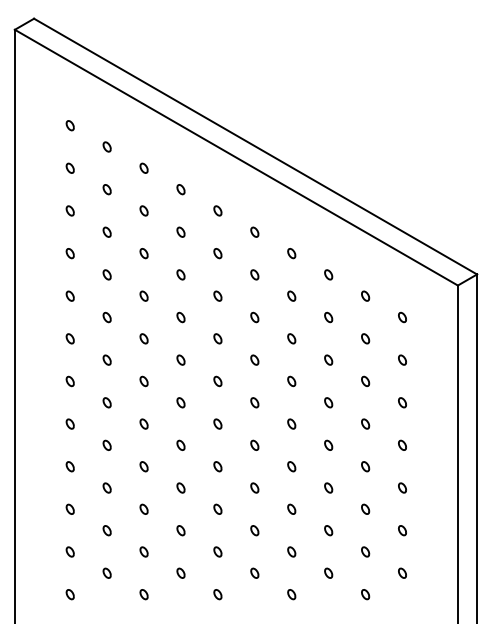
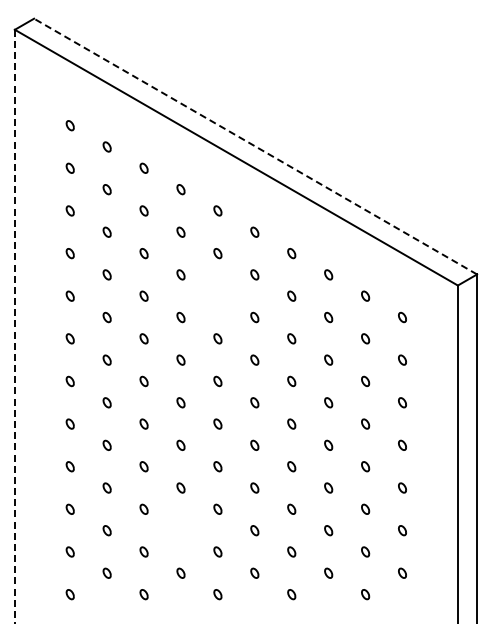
line at (255, 146): solid -> dashed
part at (217, 295): present -> none
line at (14, 326): solid -> dashed
part at (180, 530): present -> none
